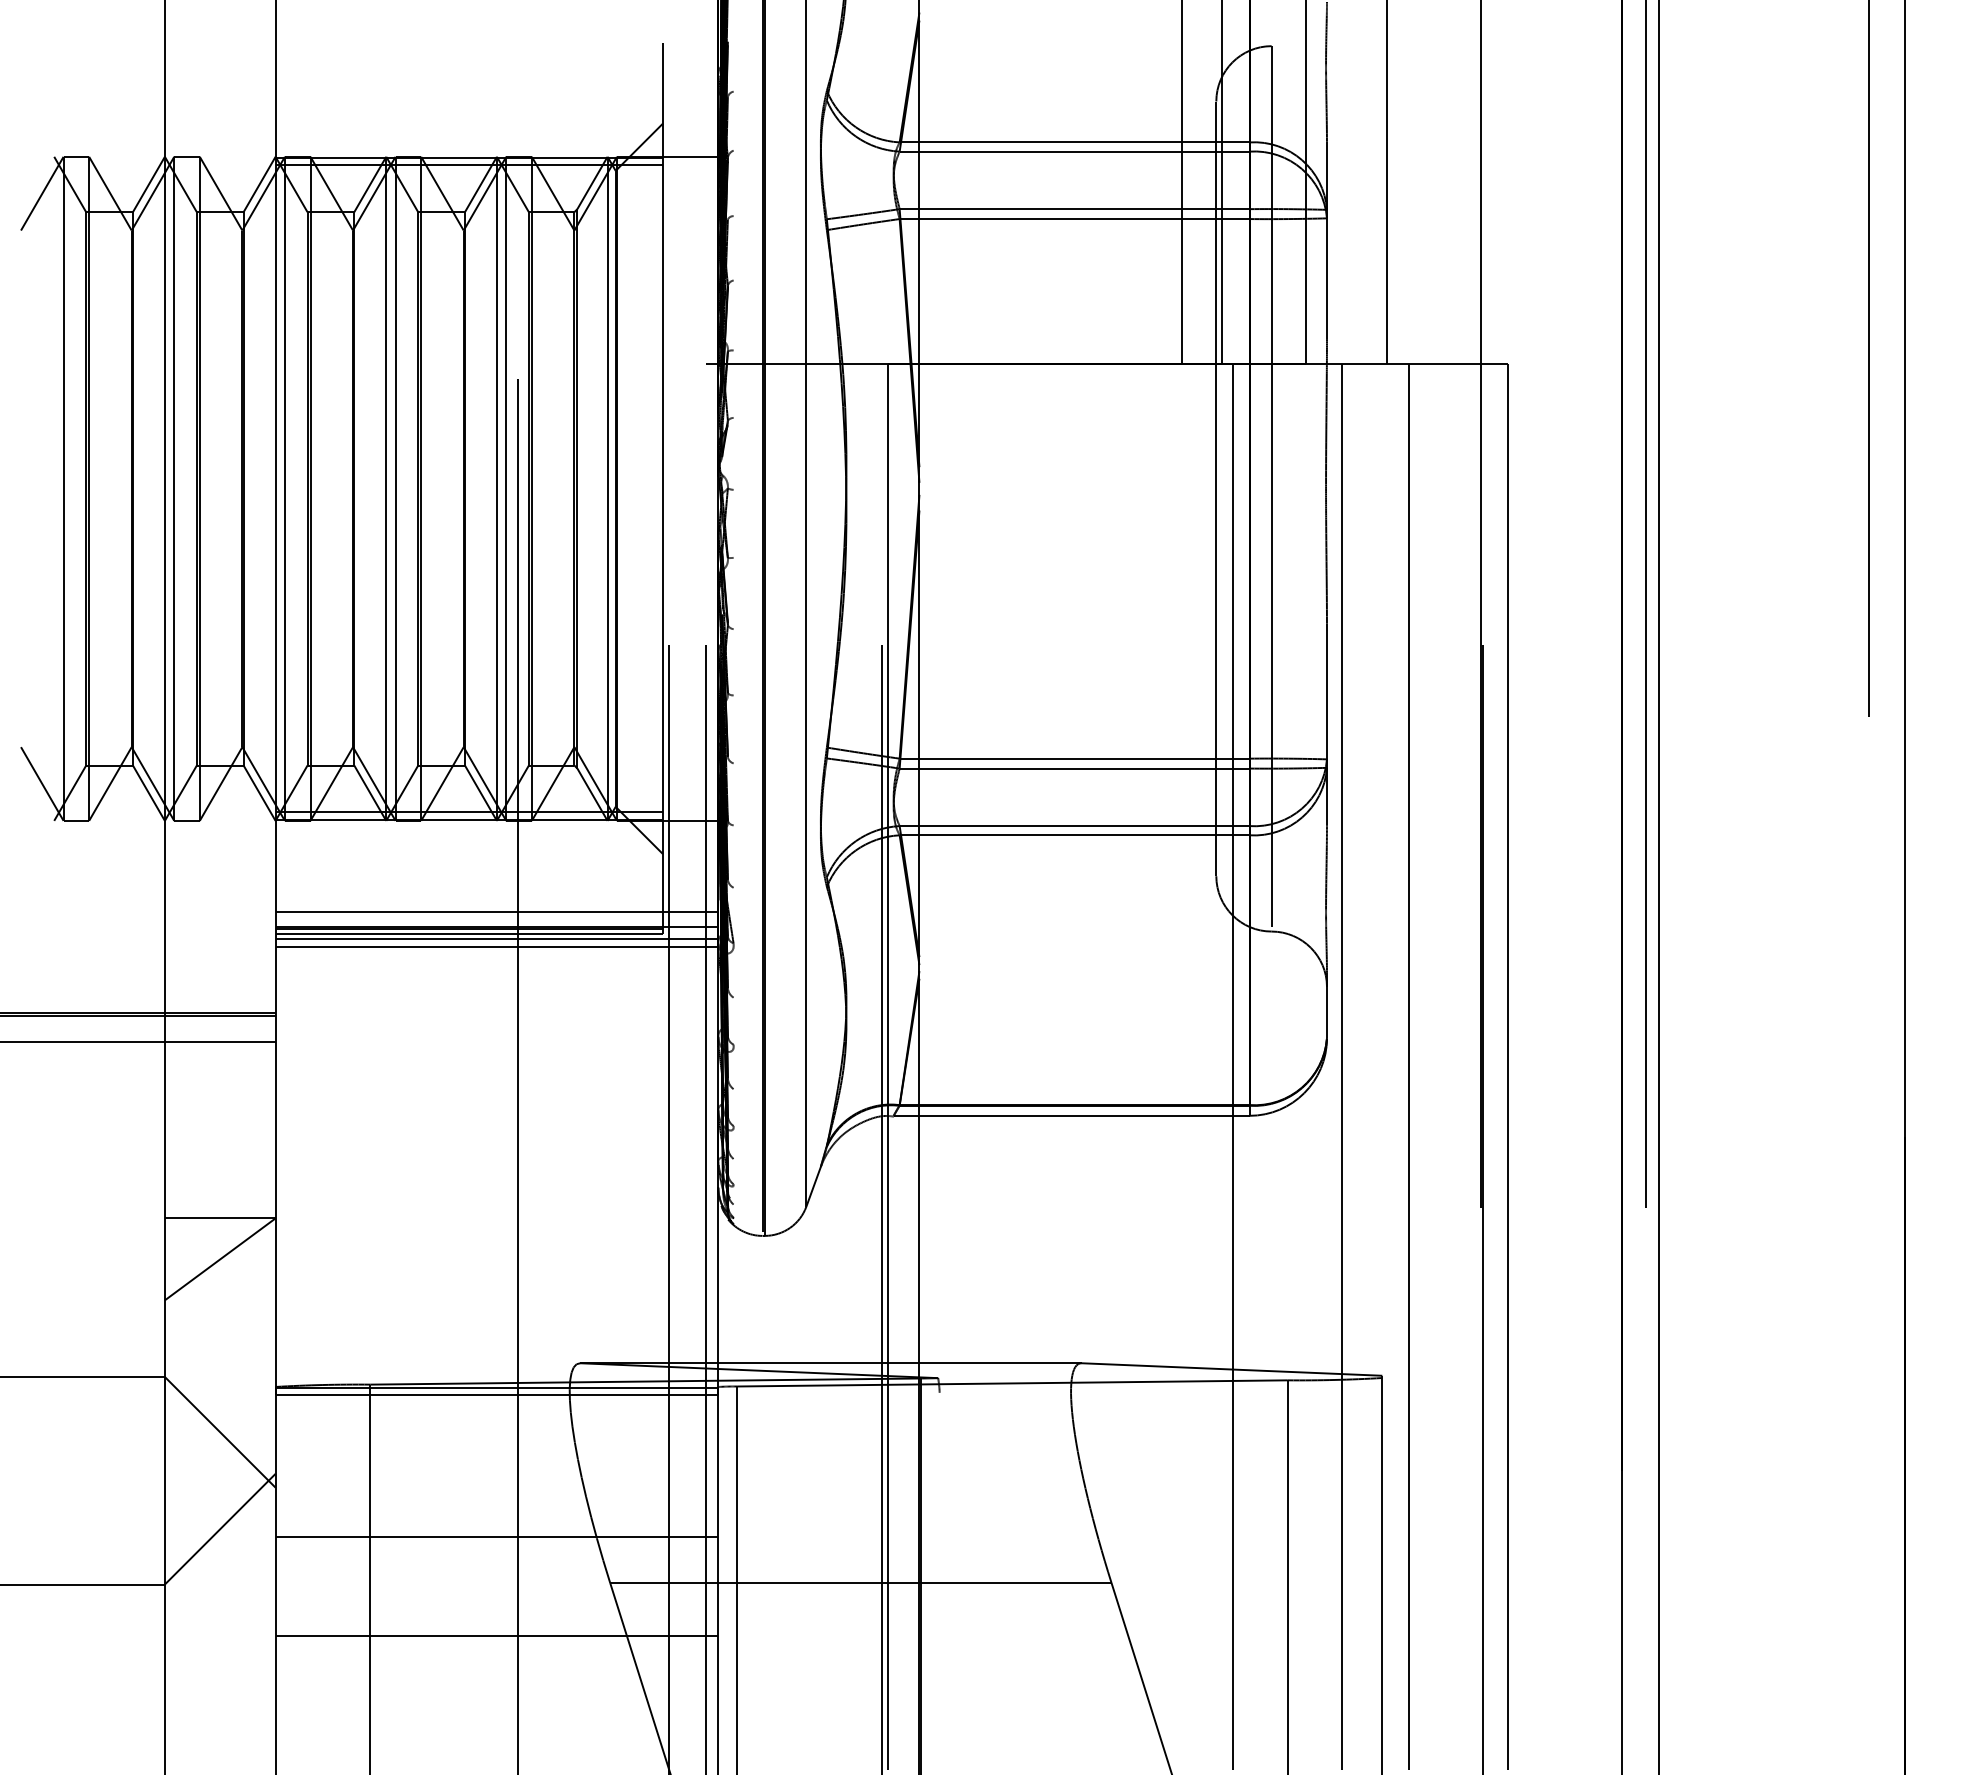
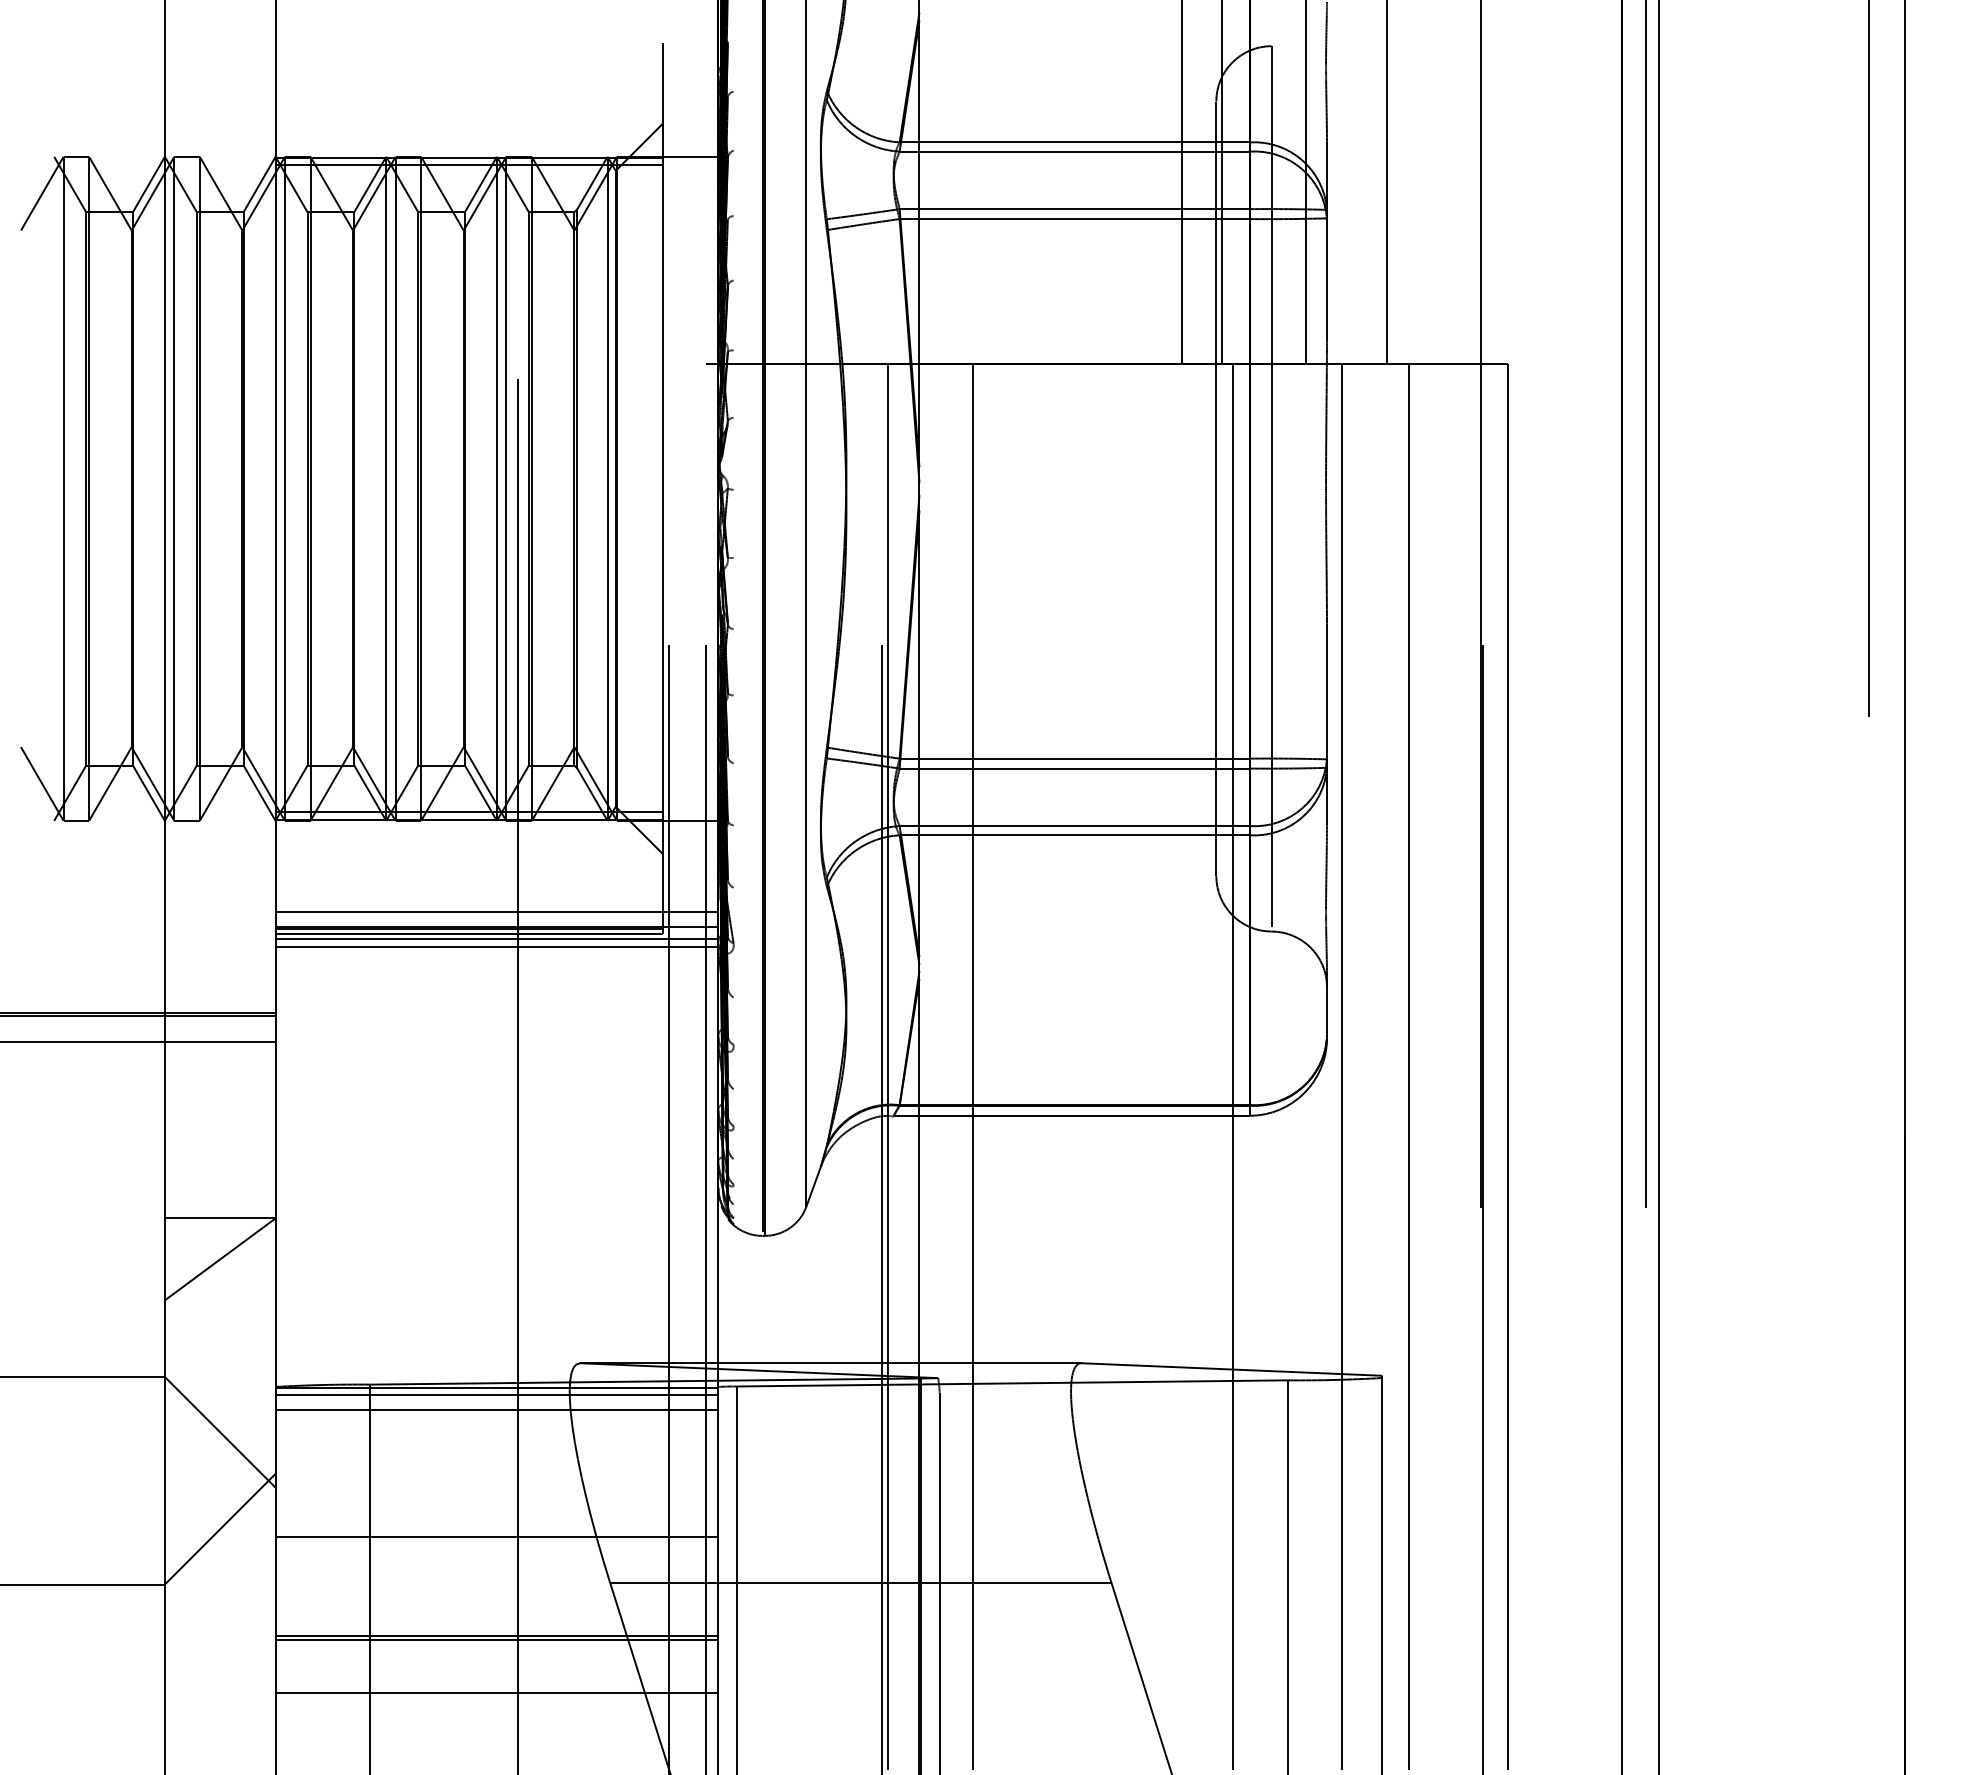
line at (972, 1066): none -> present
line at (496, 1410): none -> present
line at (939, 1581): none -> present
line at (496, 1639): none -> present
line at (496, 1693): none -> present
